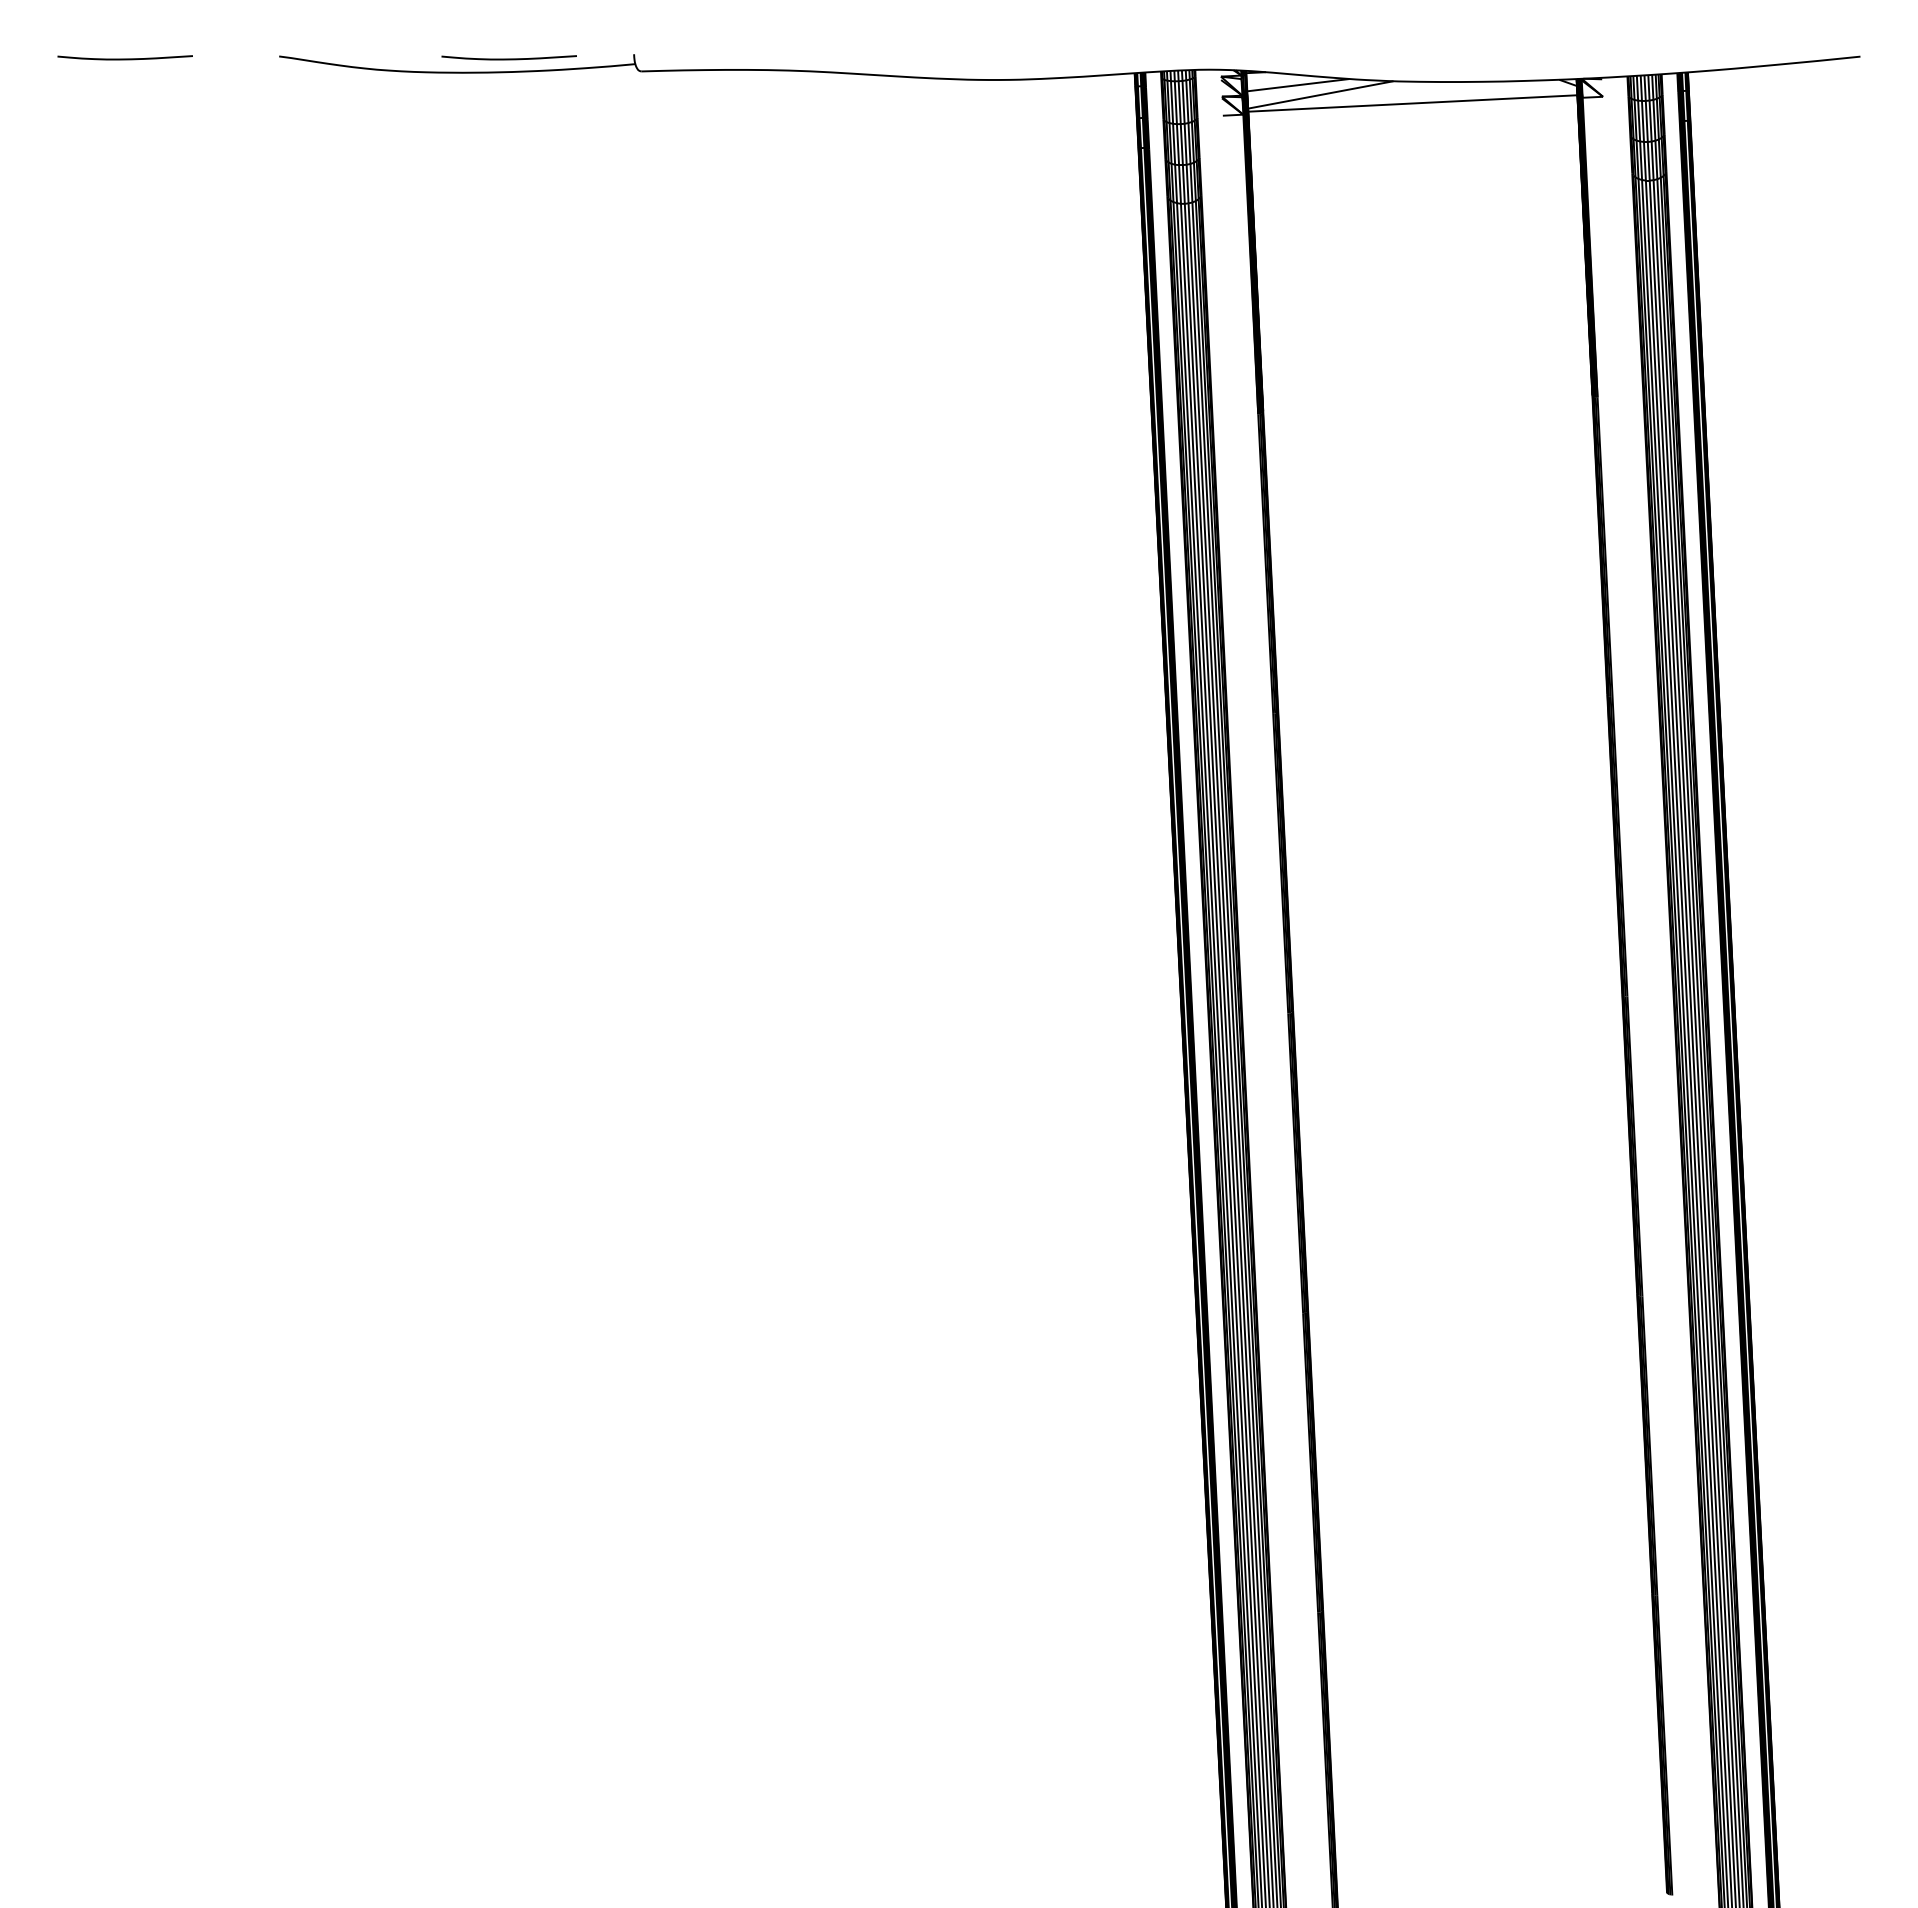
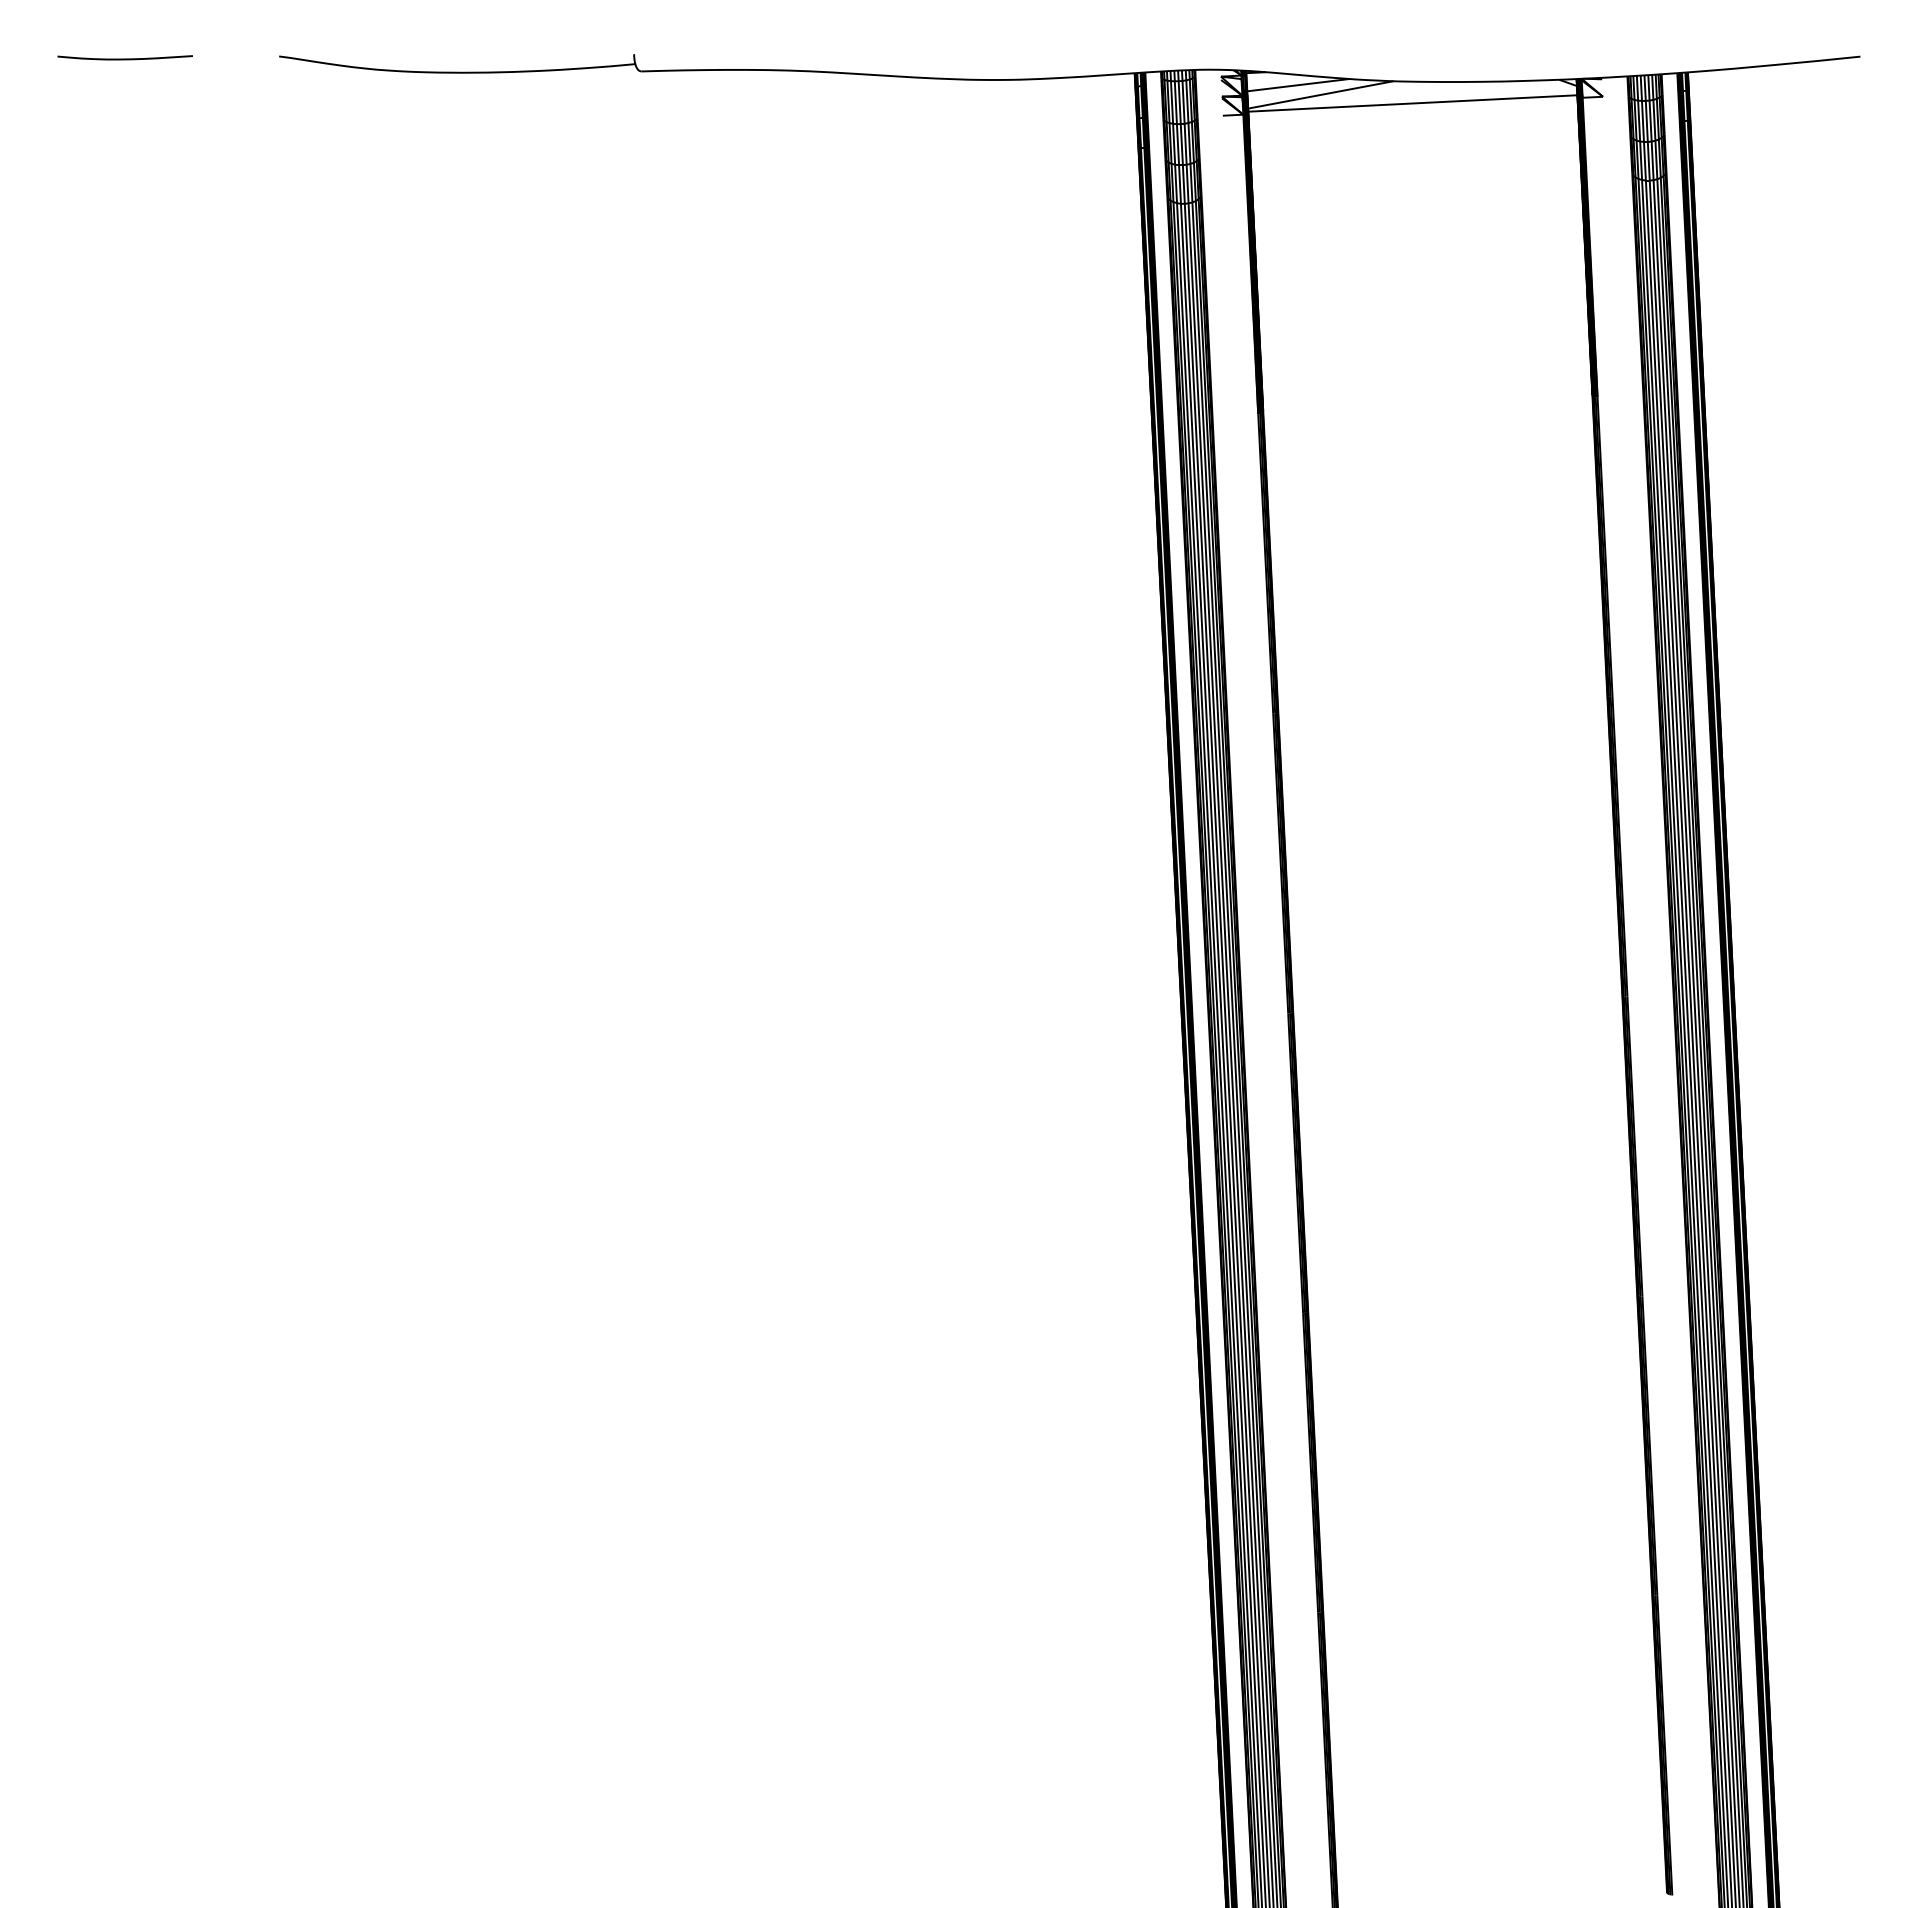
curve at (508, 58): present -> none
